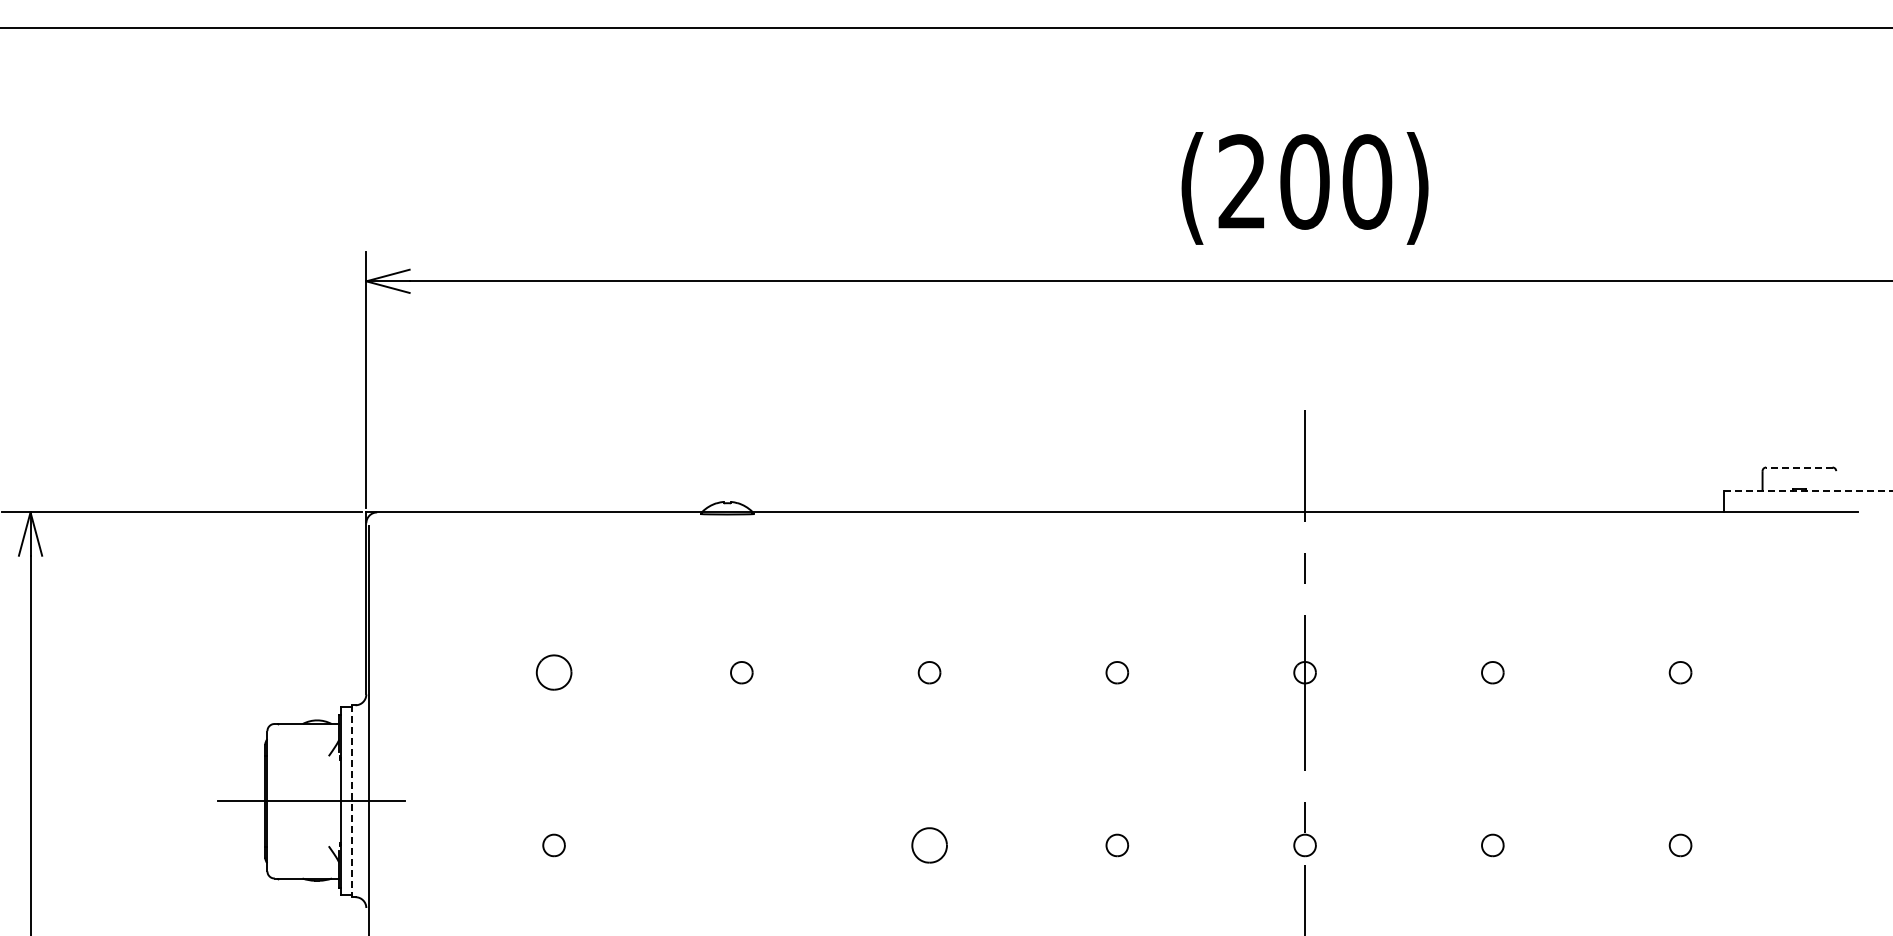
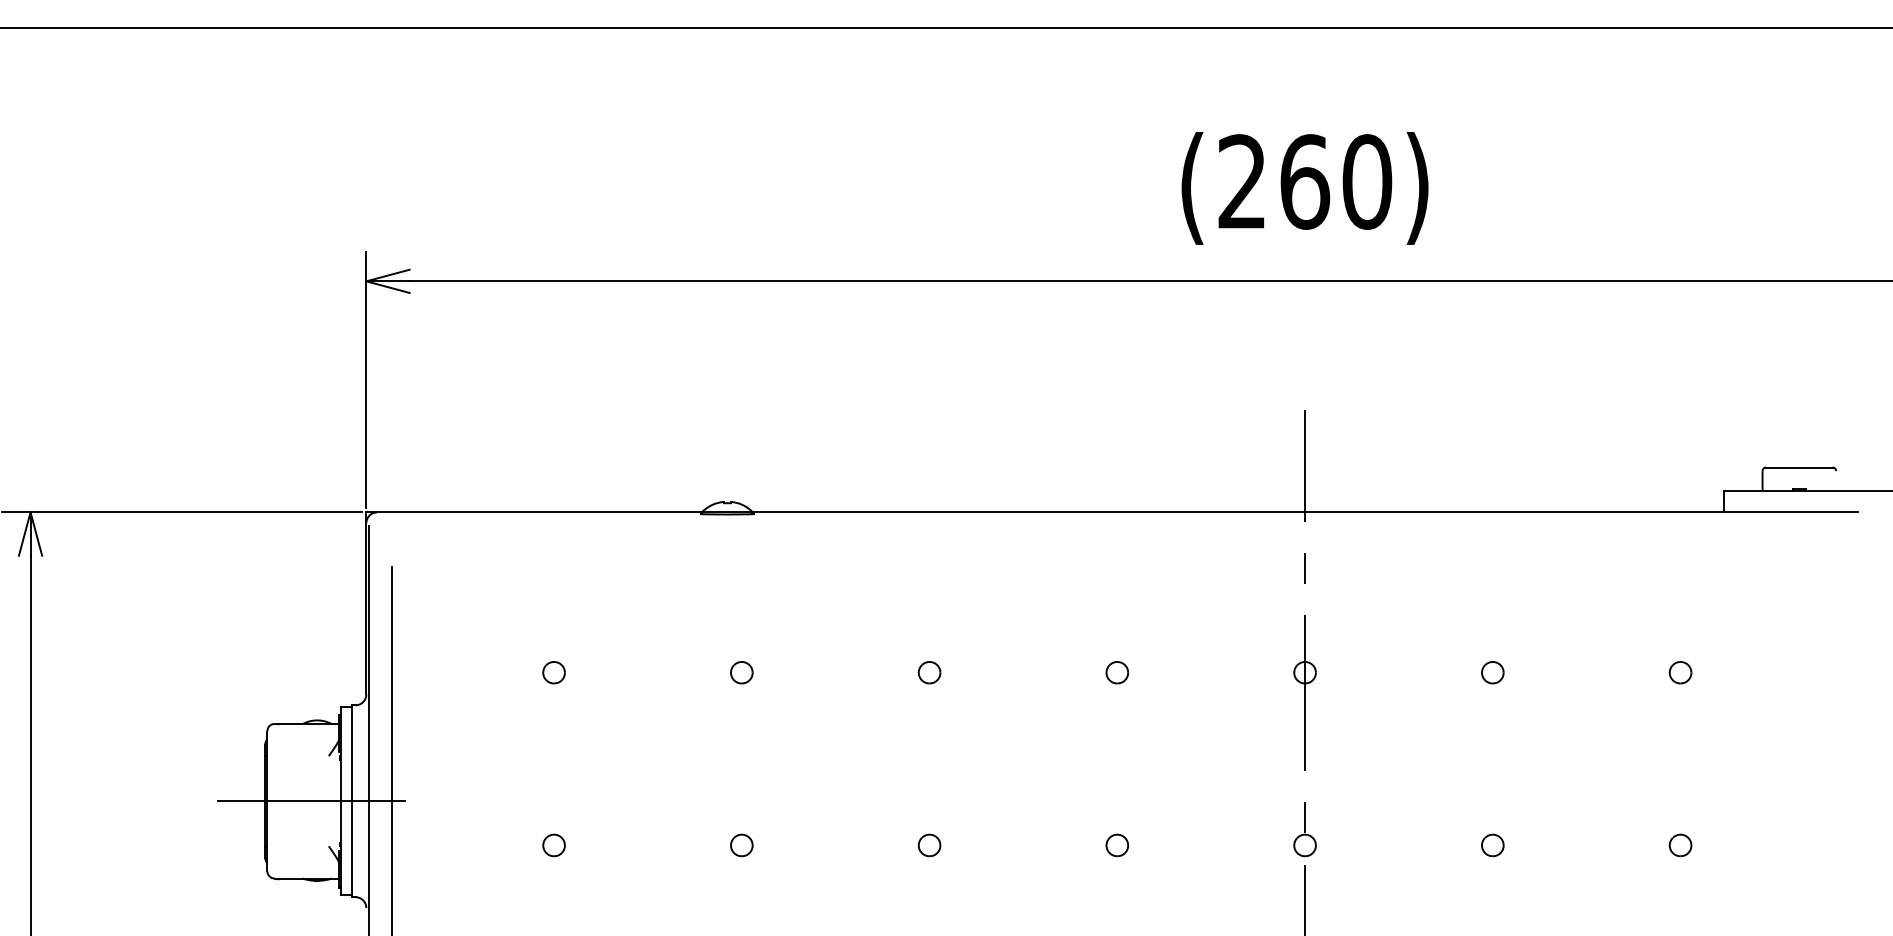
text at (1305, 181): (200) -> (260)
line at (1798, 467): dashed -> solid
line at (1808, 490): dashed -> solid
part at (553, 672) size: 38x37 px -> 24x24 px
line at (391, 749): none -> present
line at (351, 801): dashed -> solid
part at (741, 845): none -> present
part at (929, 845) size: 37x37 px -> 25x25 px
